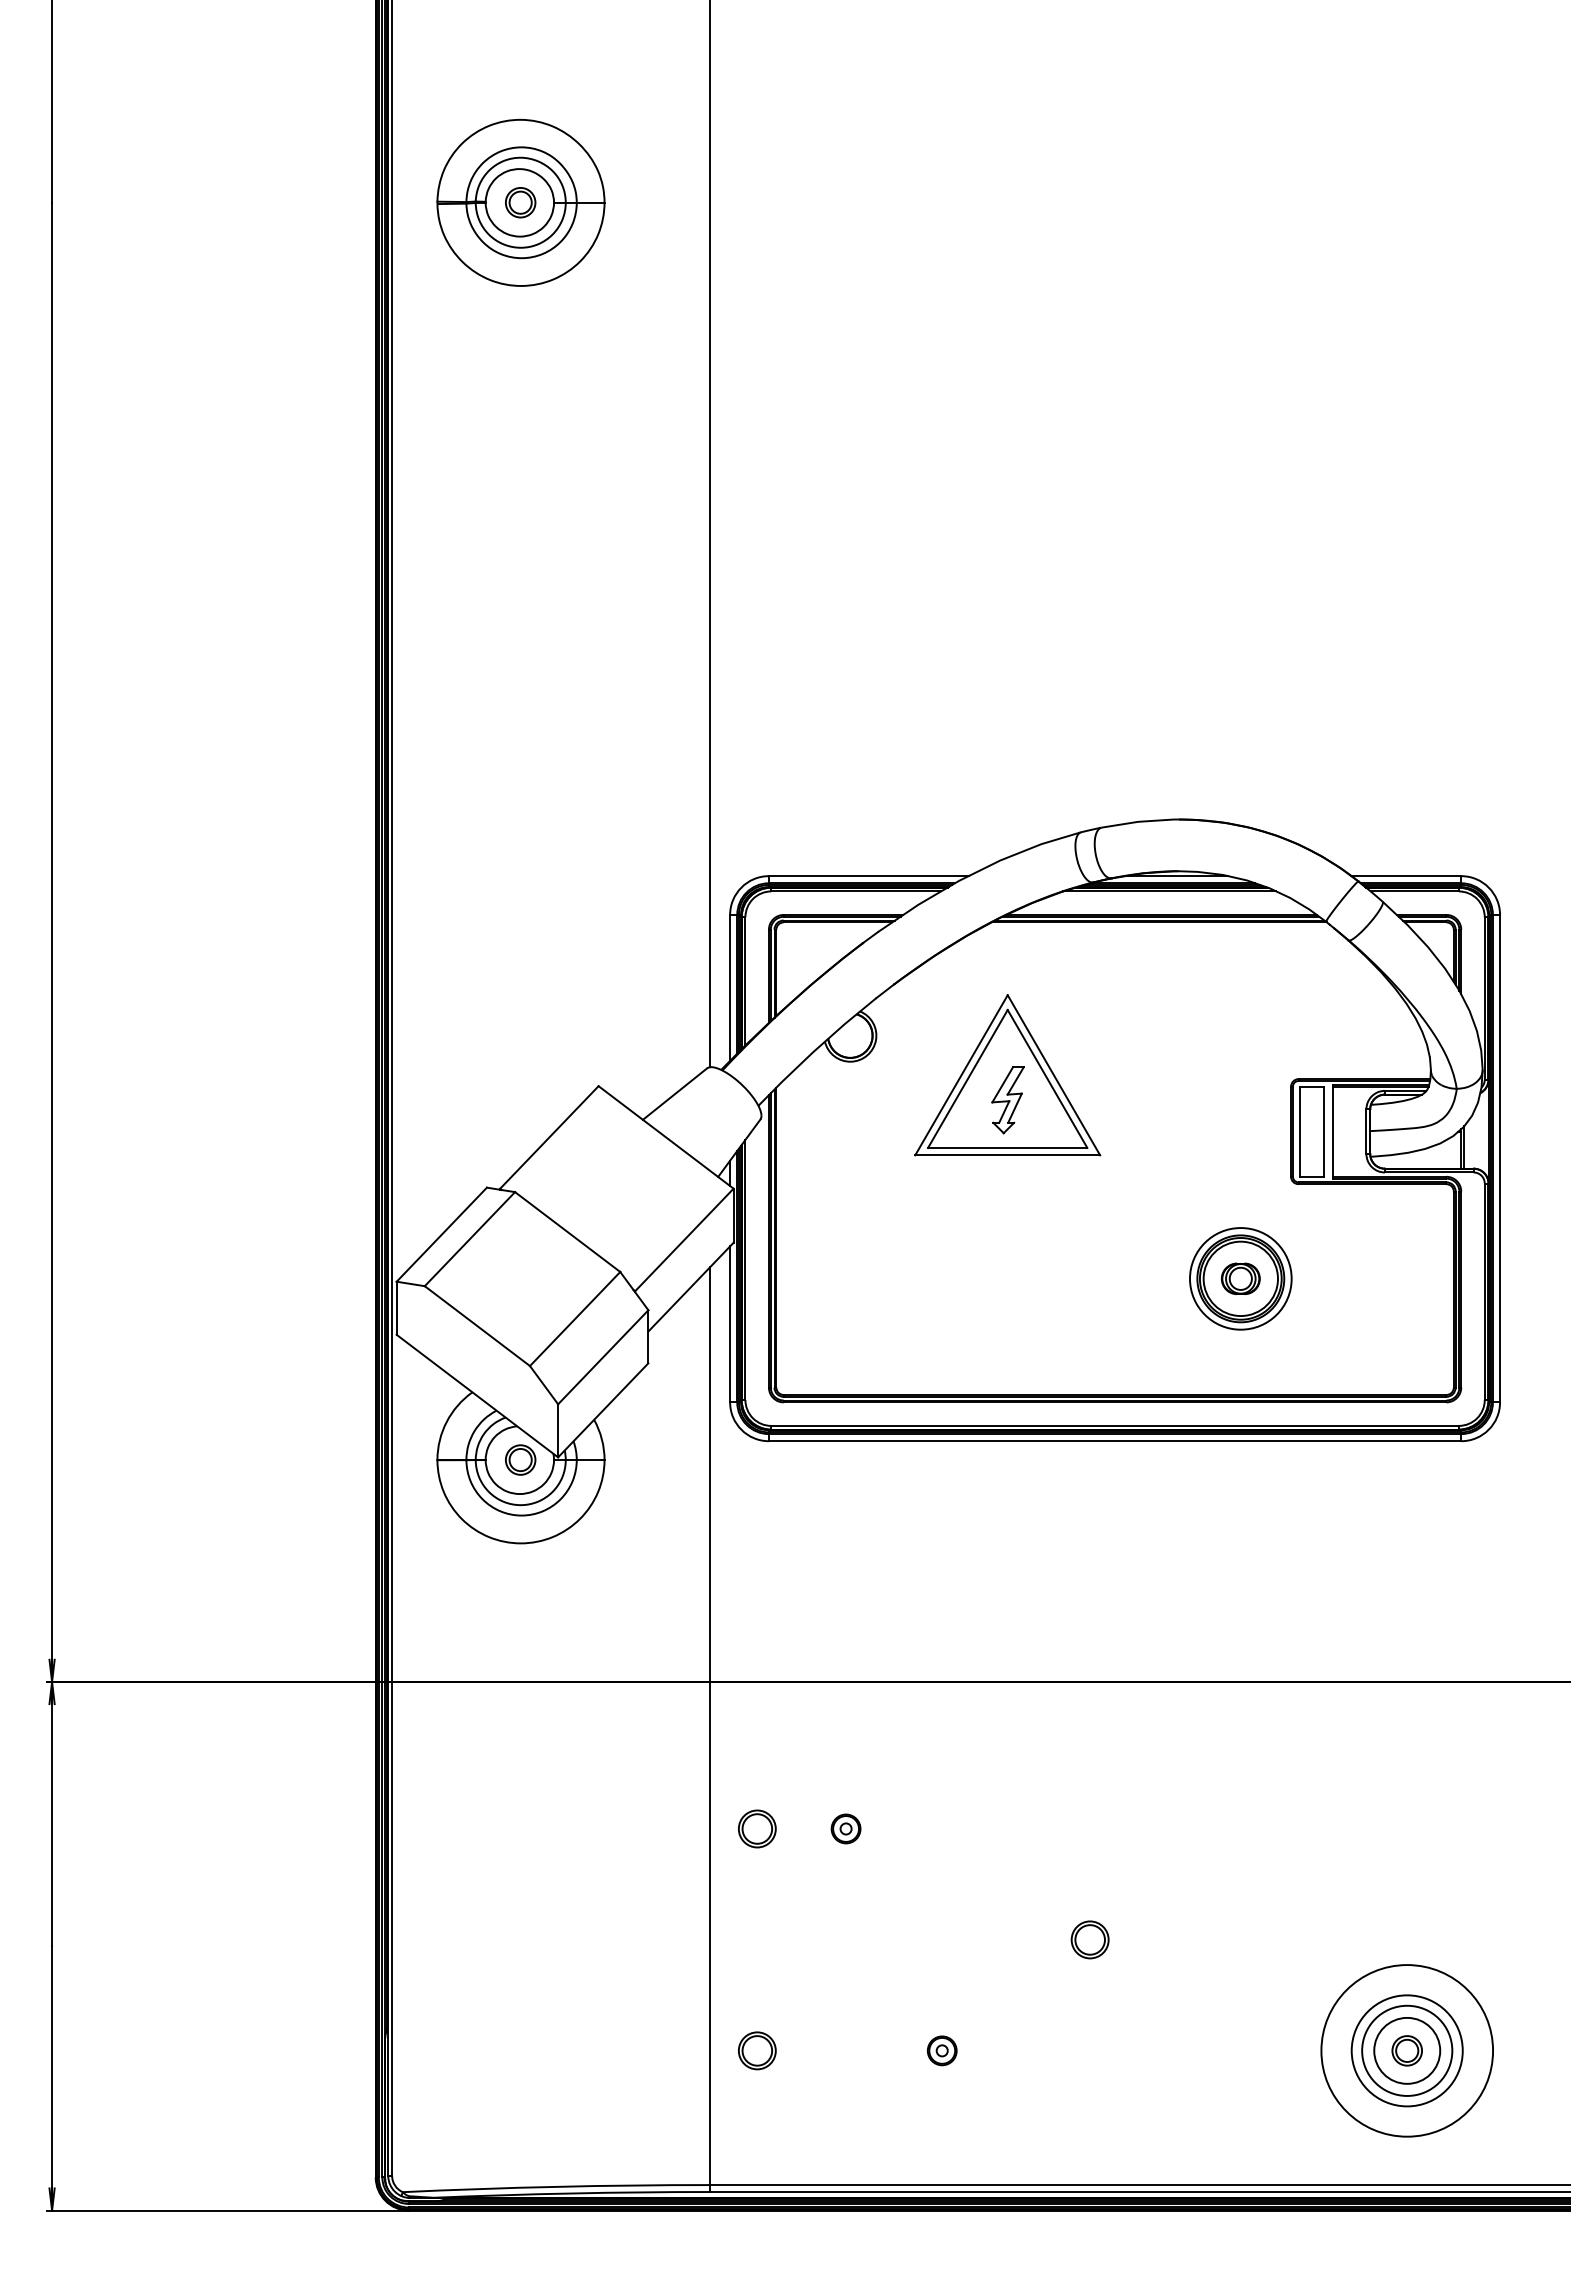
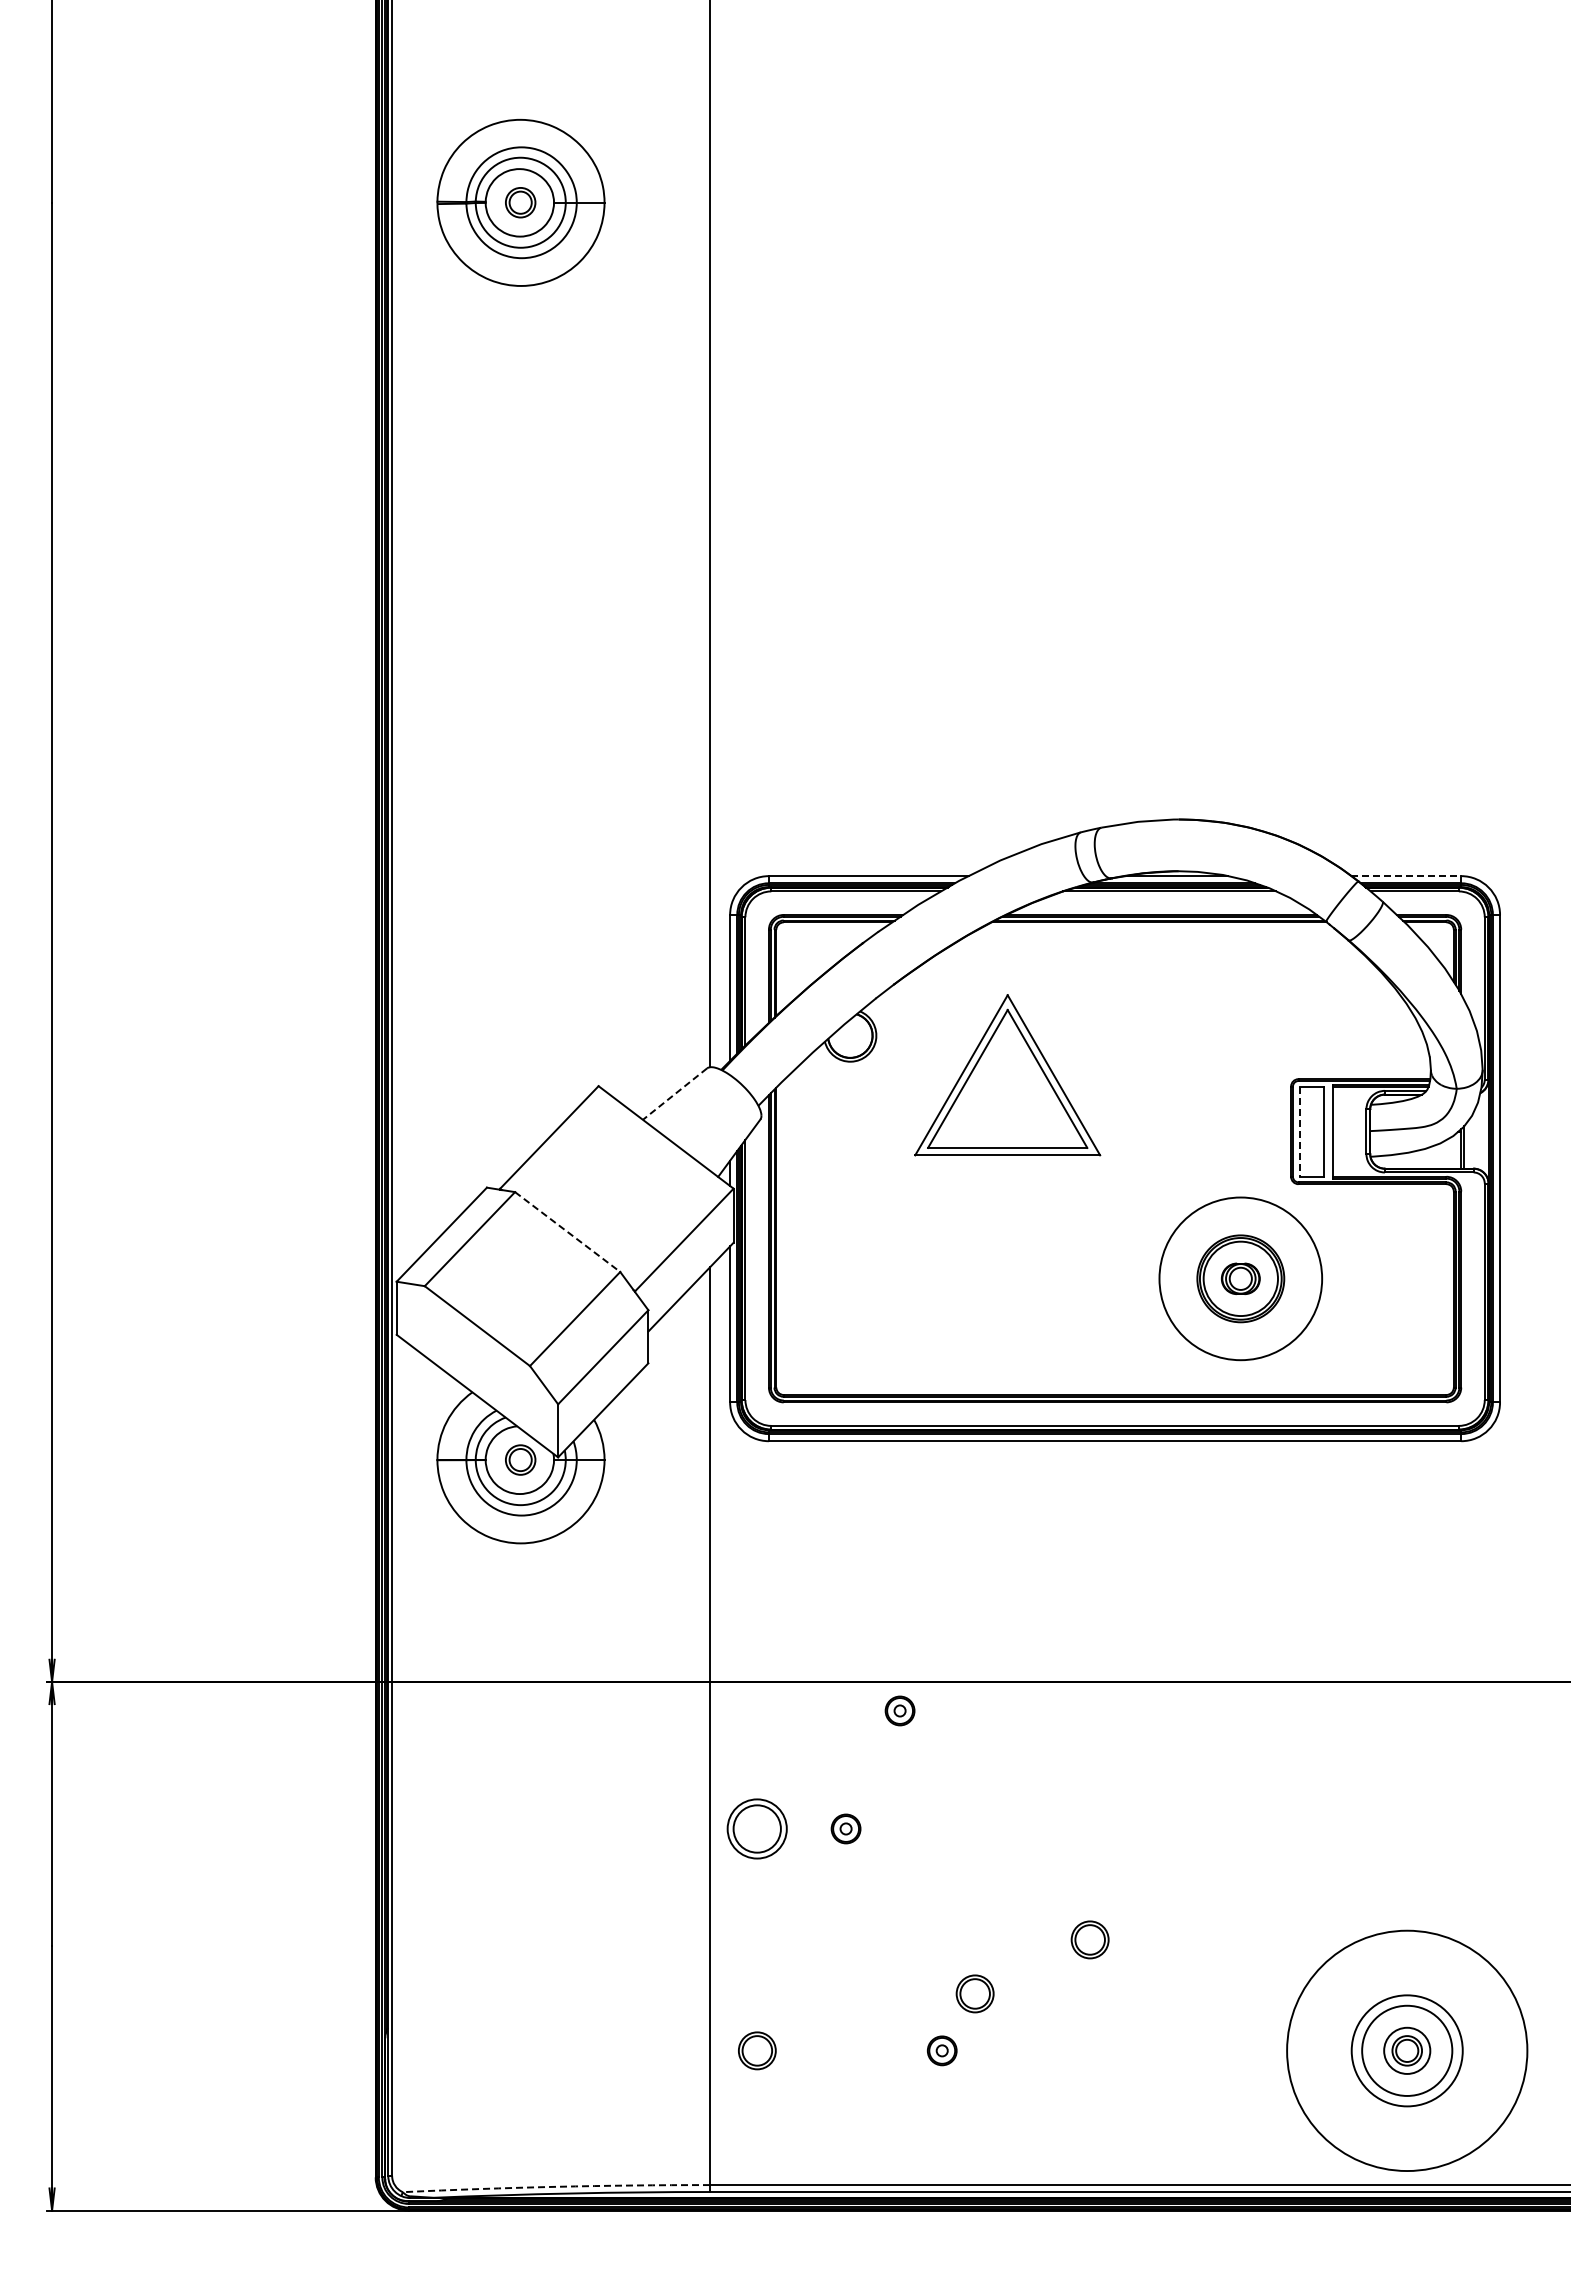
line at (1406, 876): solid -> dashed
line at (674, 1094): solid -> dashed
part at (1007, 1100): present -> none
line at (1299, 1132): solid -> dashed
line at (568, 1232): solid -> dashed
circle at (1240, 1278) diameter: 102 px -> 163 px
part at (899, 1710): none -> present
part at (757, 1828) size: 39x40 px -> 62x62 px
part at (974, 1993): none -> present
circle at (1407, 2050) diameter: 172 px -> 240 px
circle at (1407, 2050) diameter: 66 px -> 46 px
arc at (556, 2186): solid -> dashed
